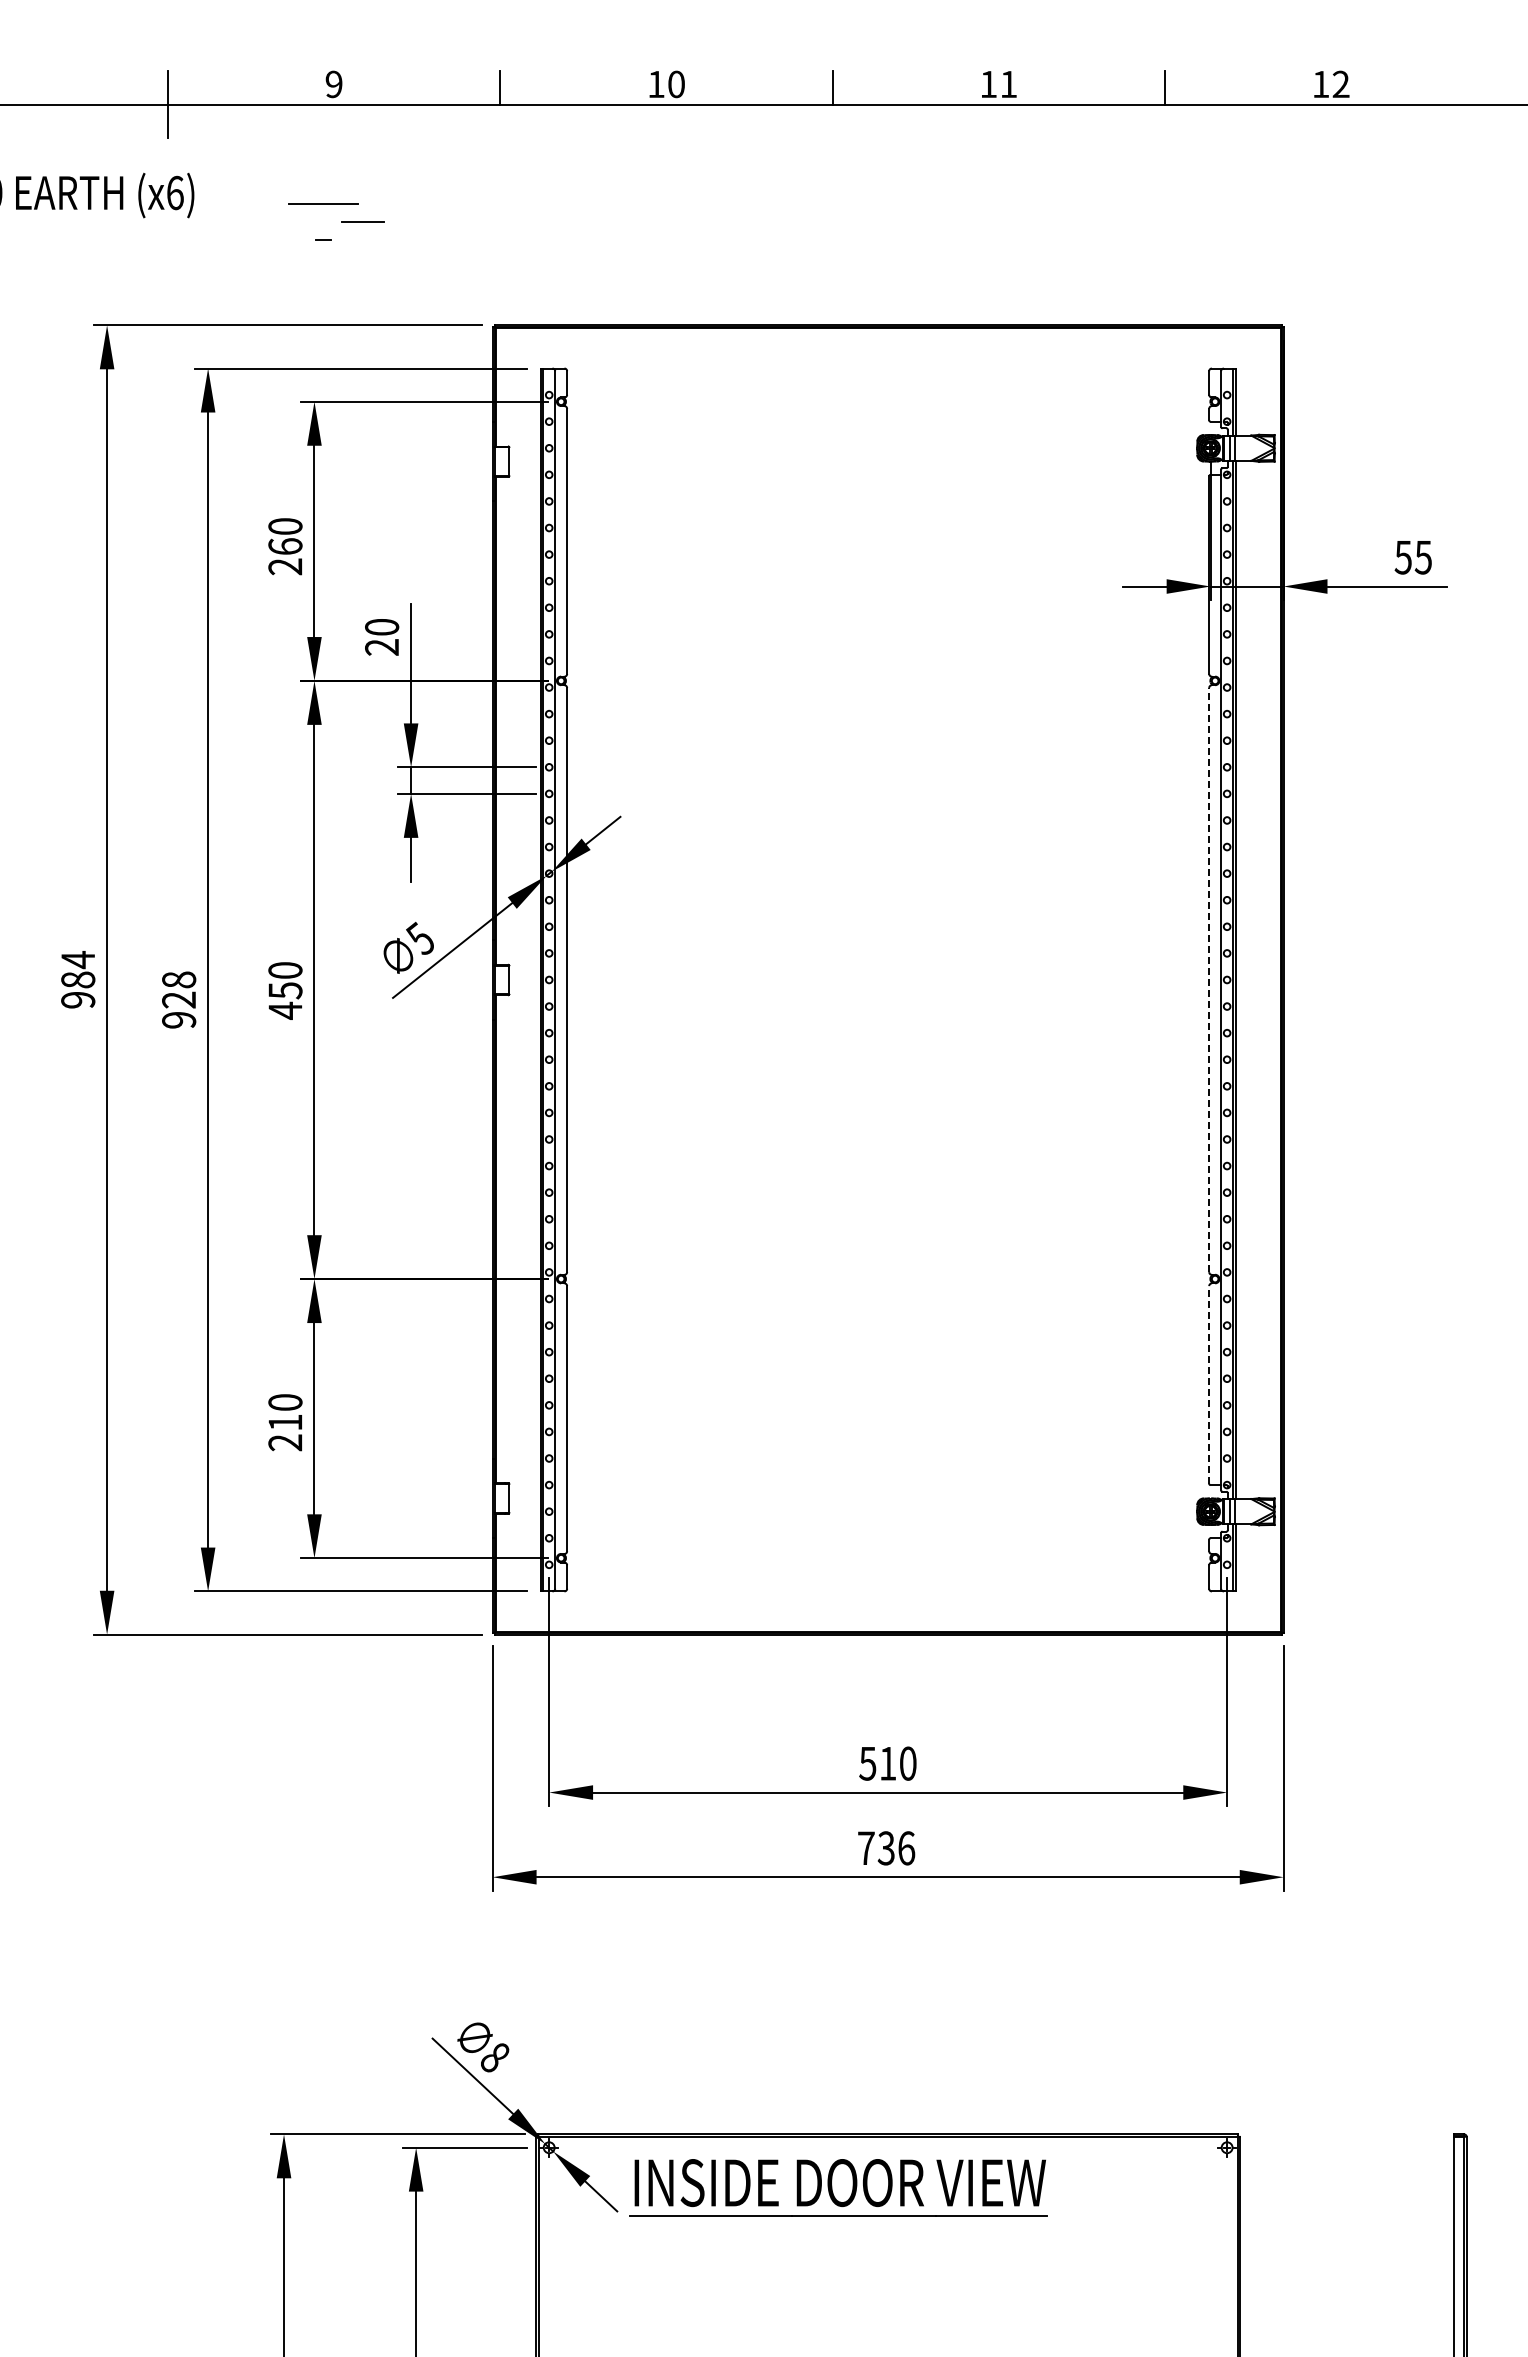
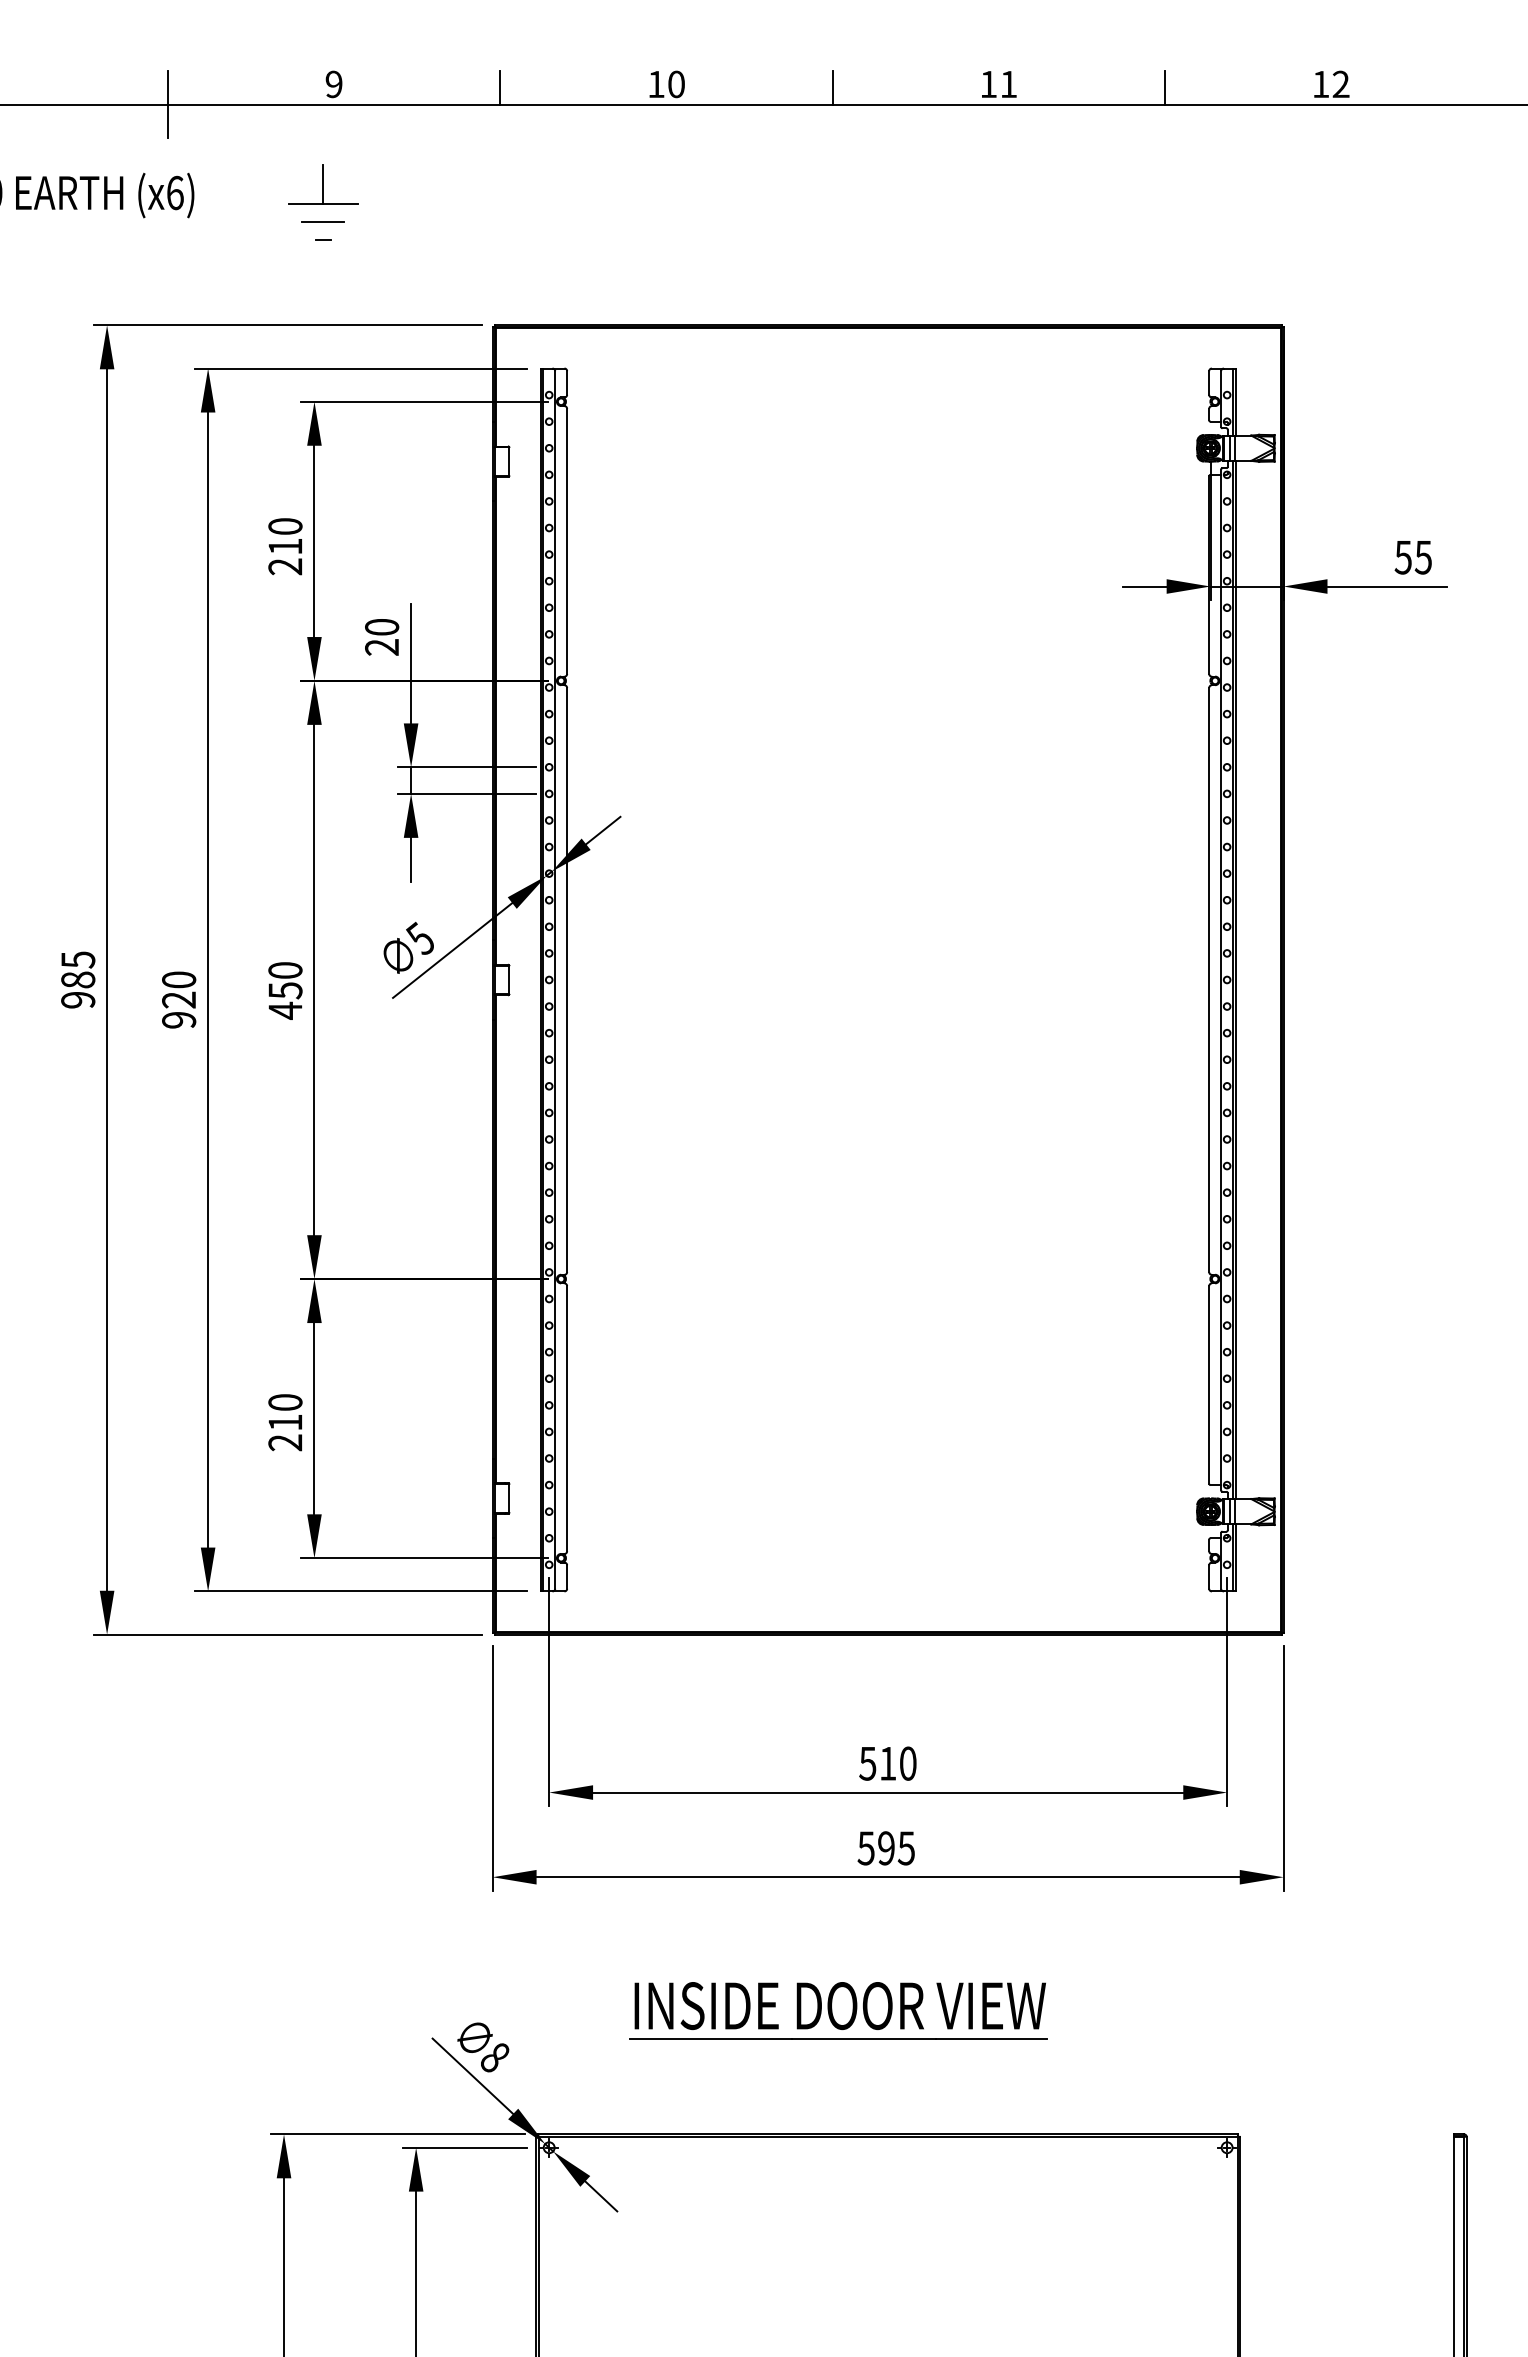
line at (323, 183): none -> present
line at (362, 221) position: (362, 221) -> (322, 221)
text at (285, 546): 260 -> 210
text at (78, 960): 984 -> 985
text at (179, 979): 928 -> 920
line at (1209, 979): dashed -> solid
line at (1209, 1384): dashed -> solid
text at (886, 1848): 736 -> 595
part at (838, 2187) position: (838, 2187) -> (838, 2010)
